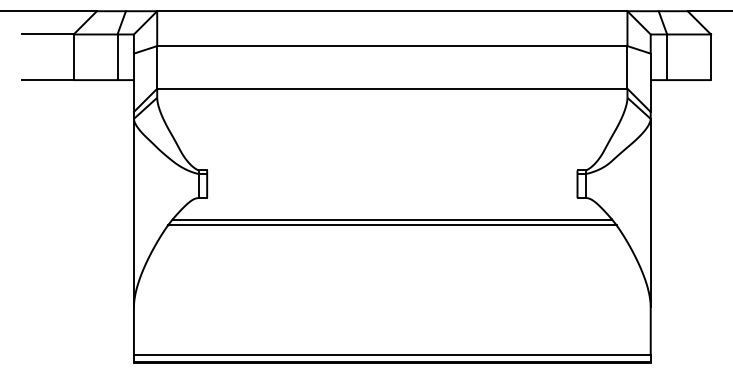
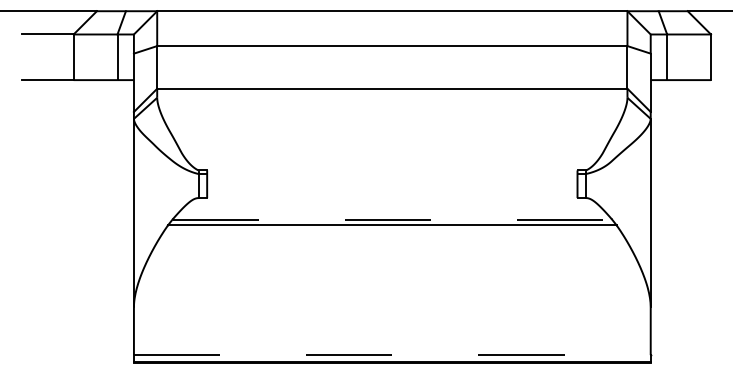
line at (392, 219): solid -> dashed
line at (392, 355): solid -> dashed
